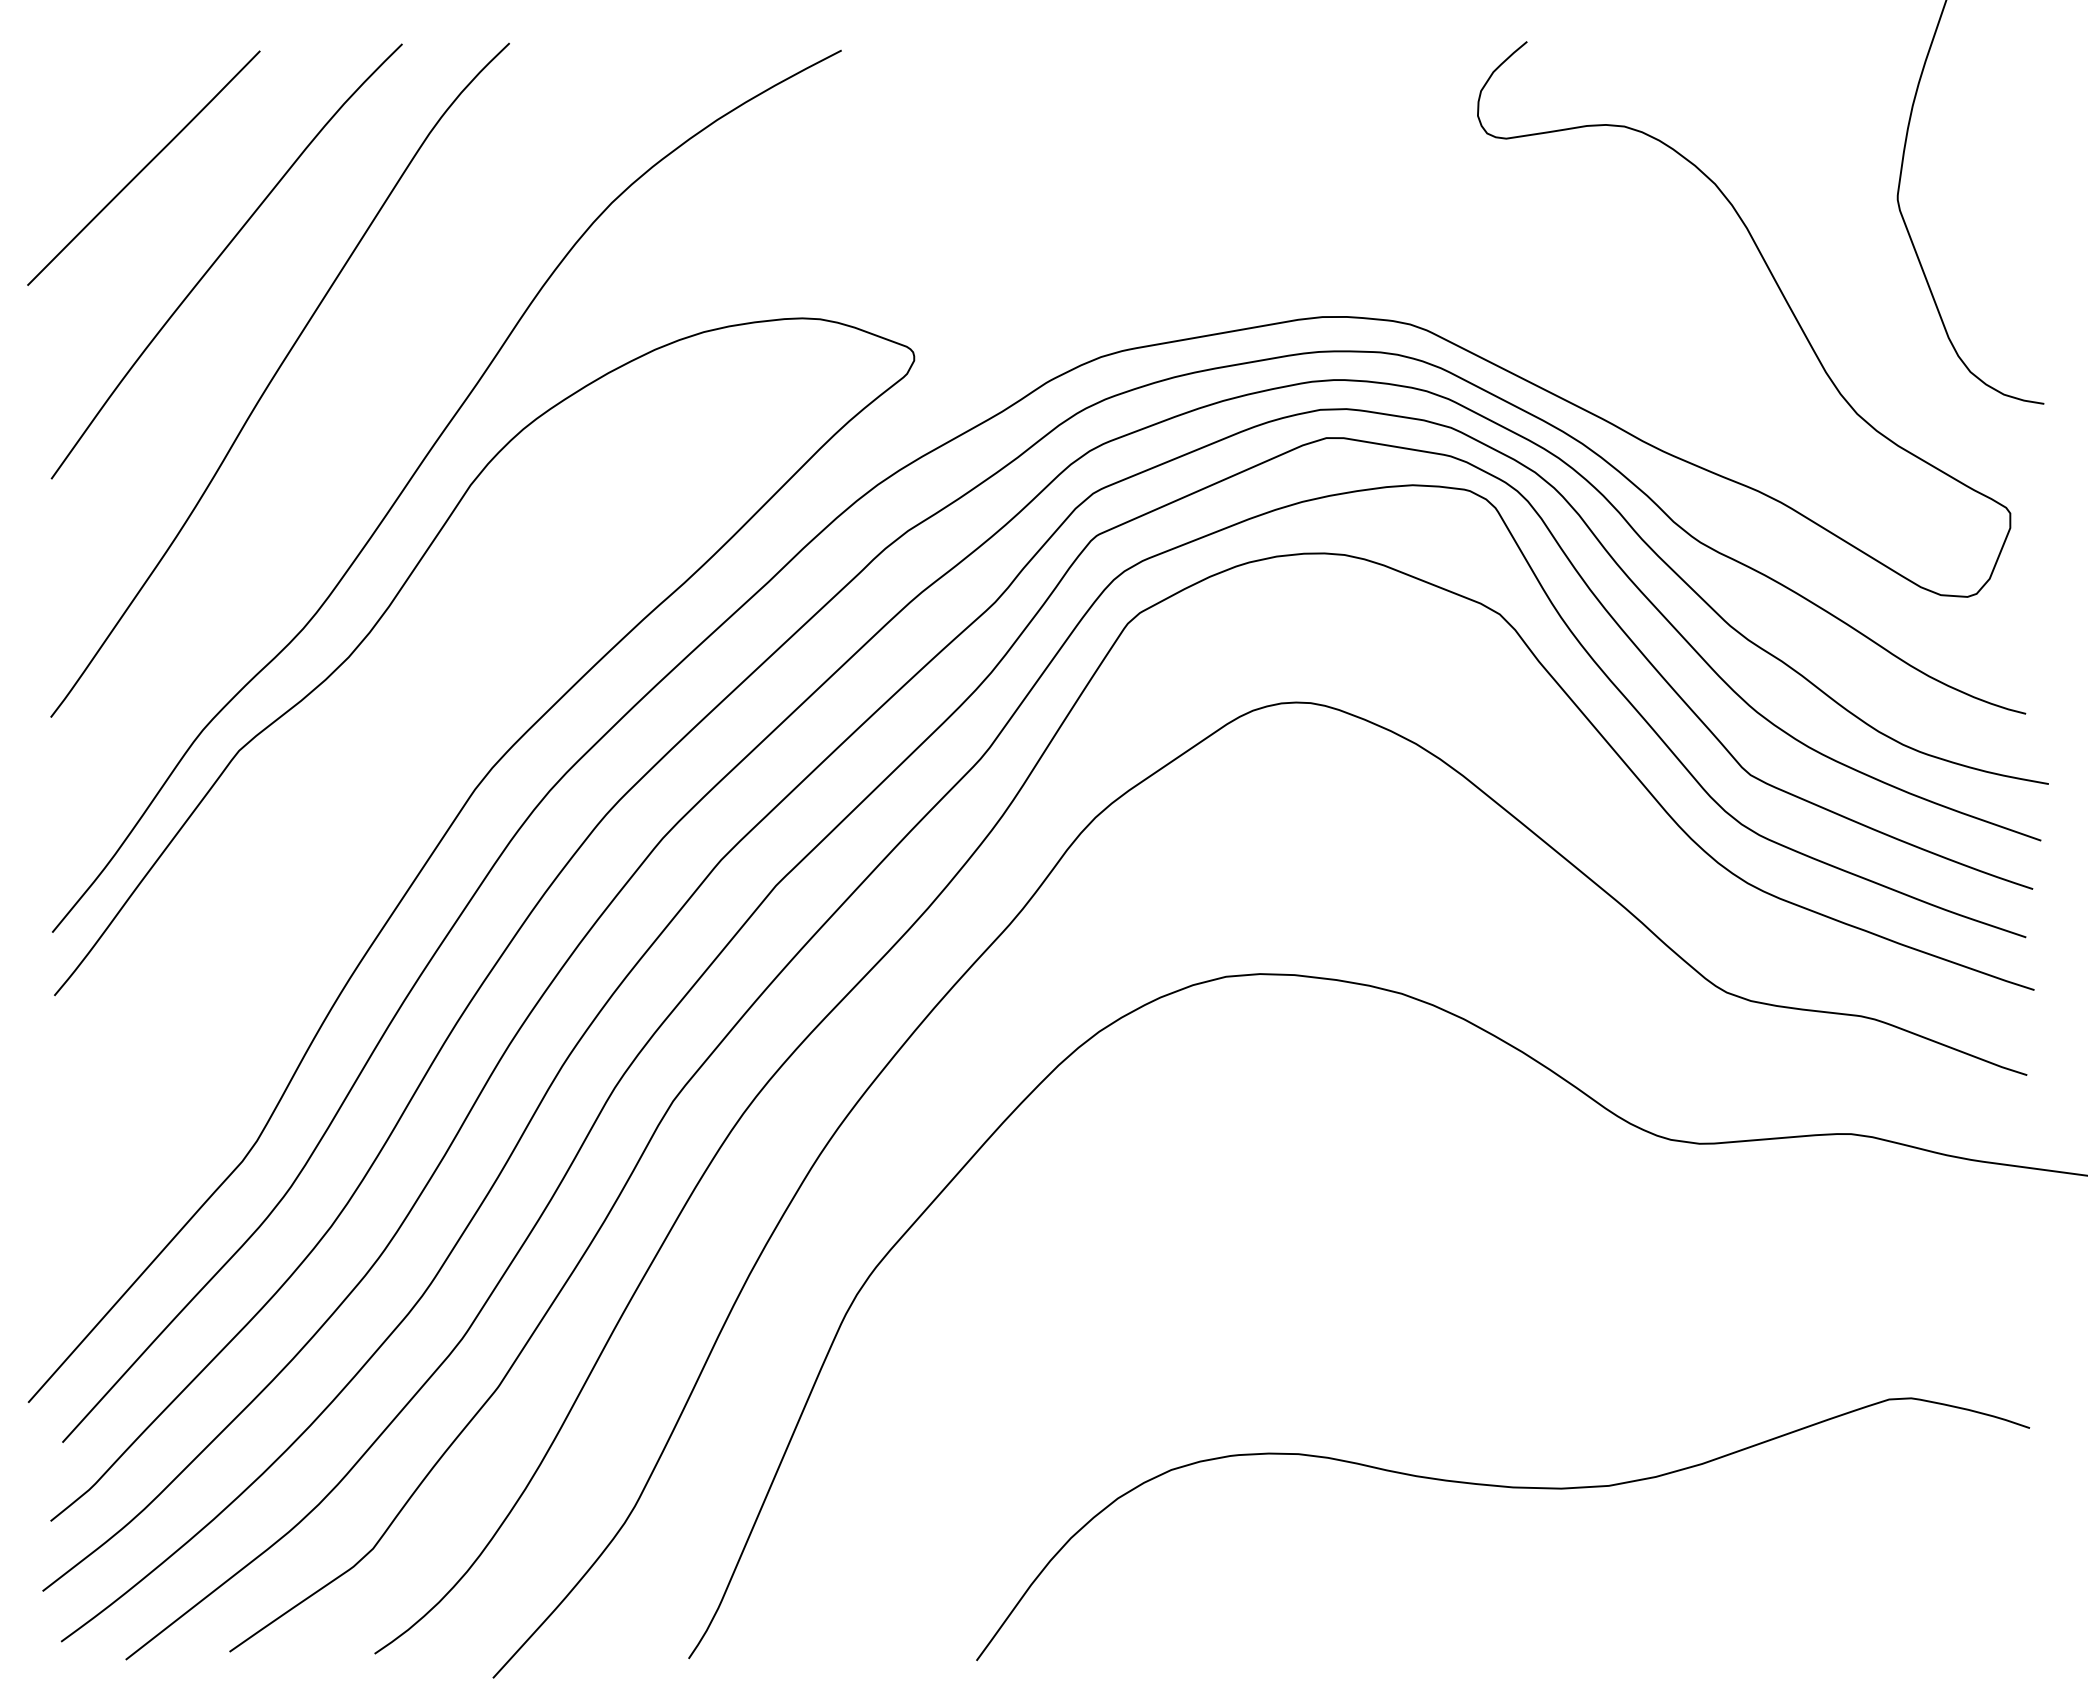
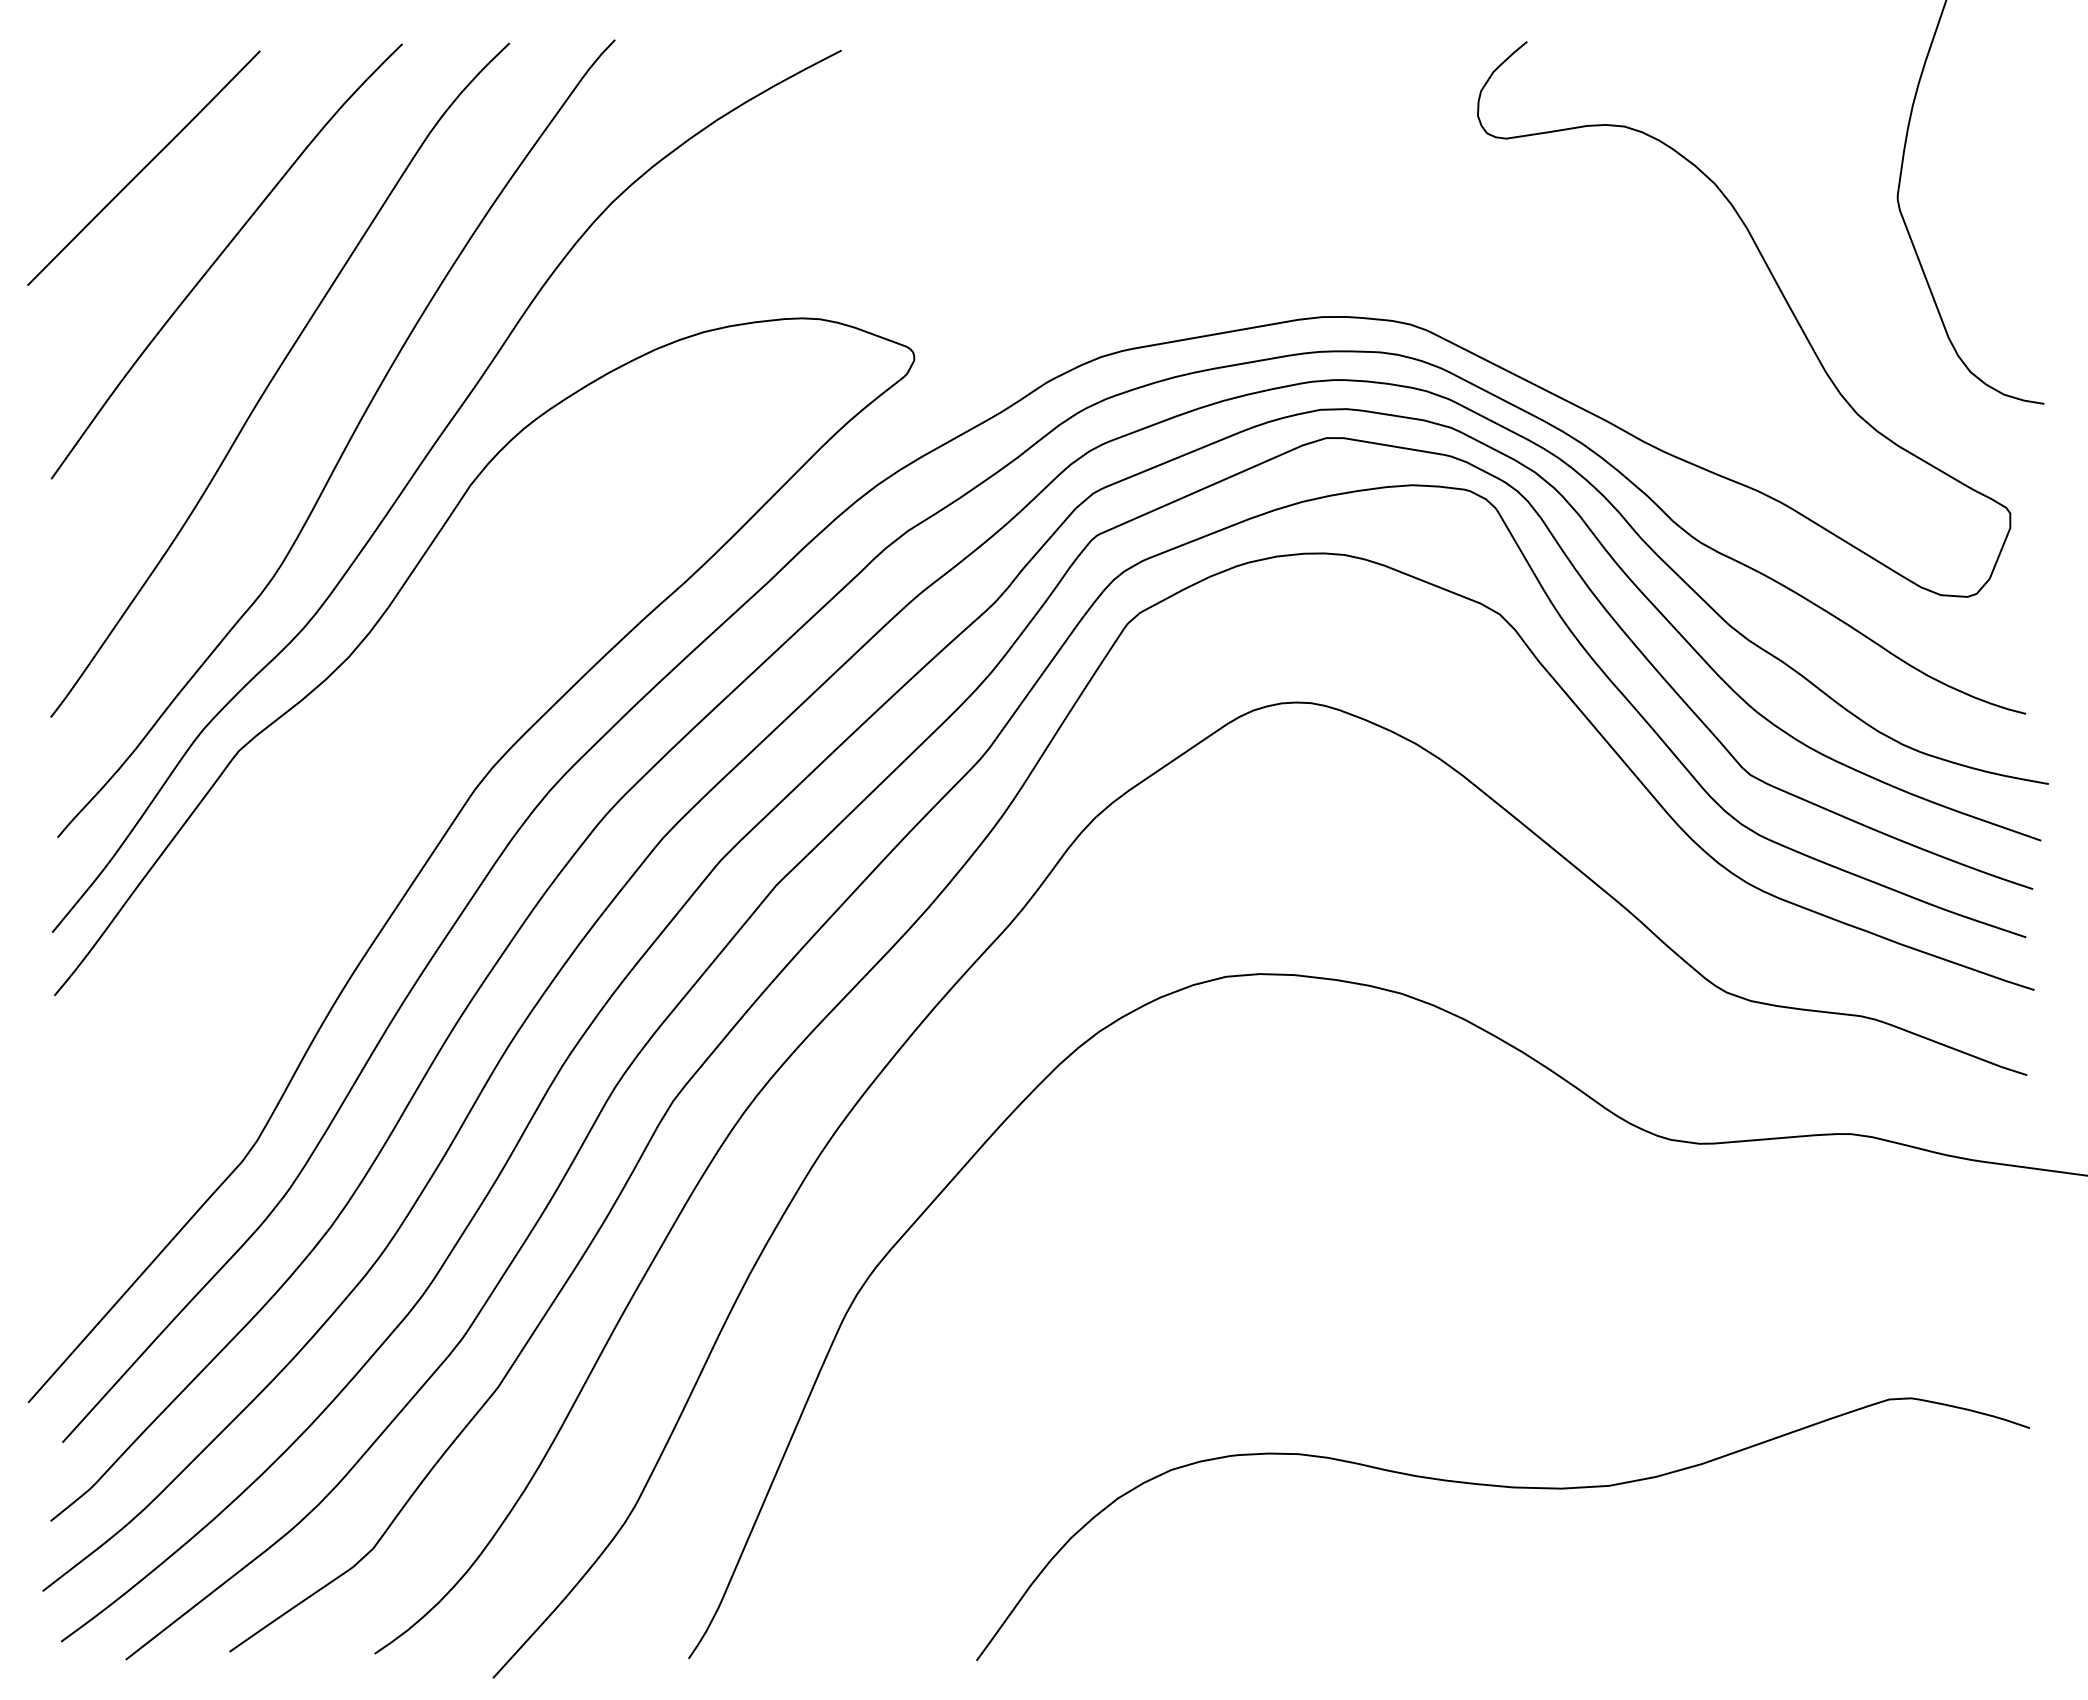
curve at (346, 444): none -> present
